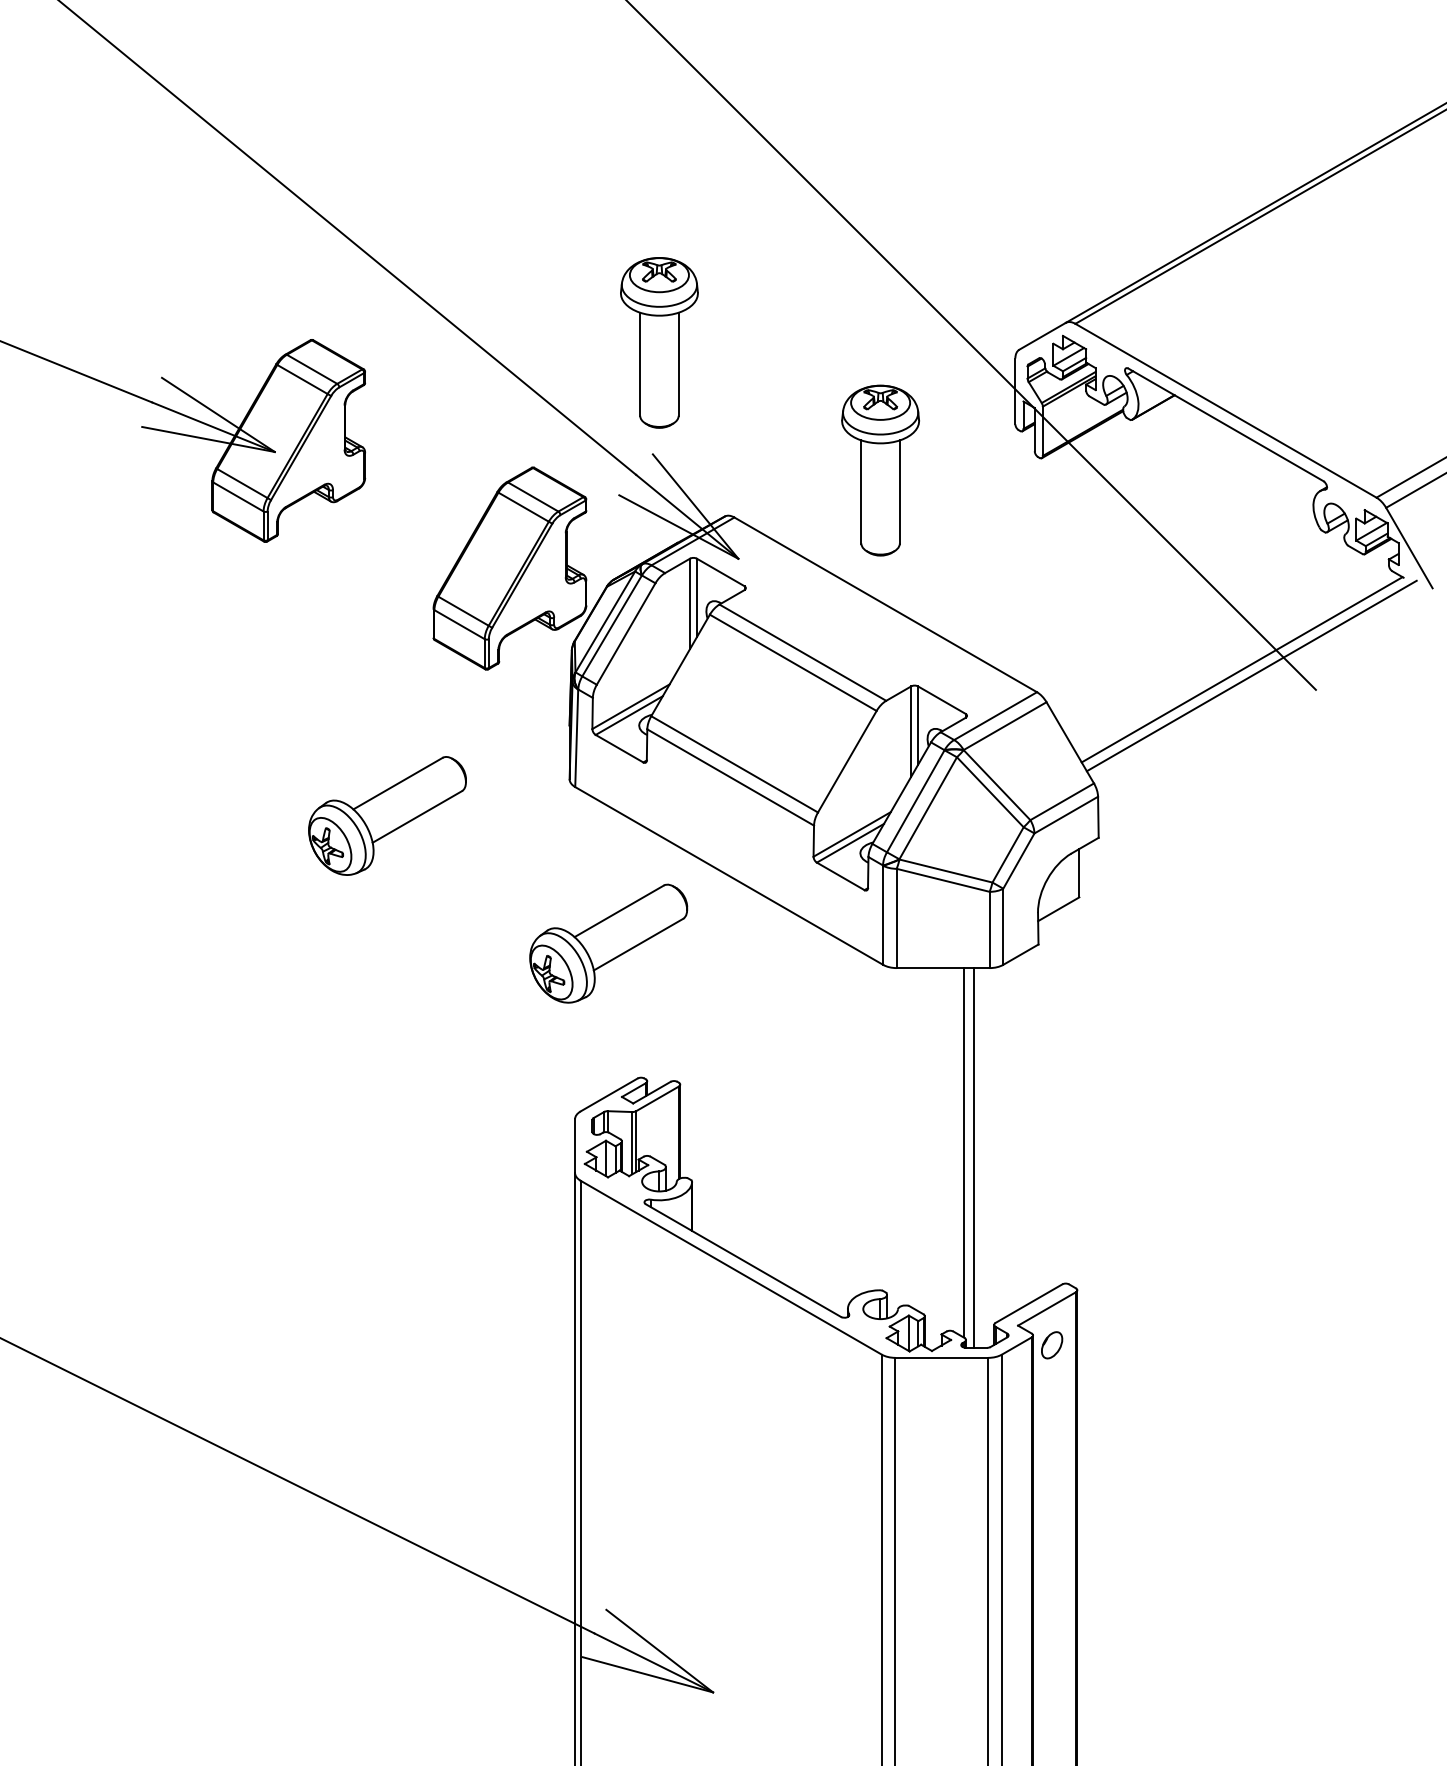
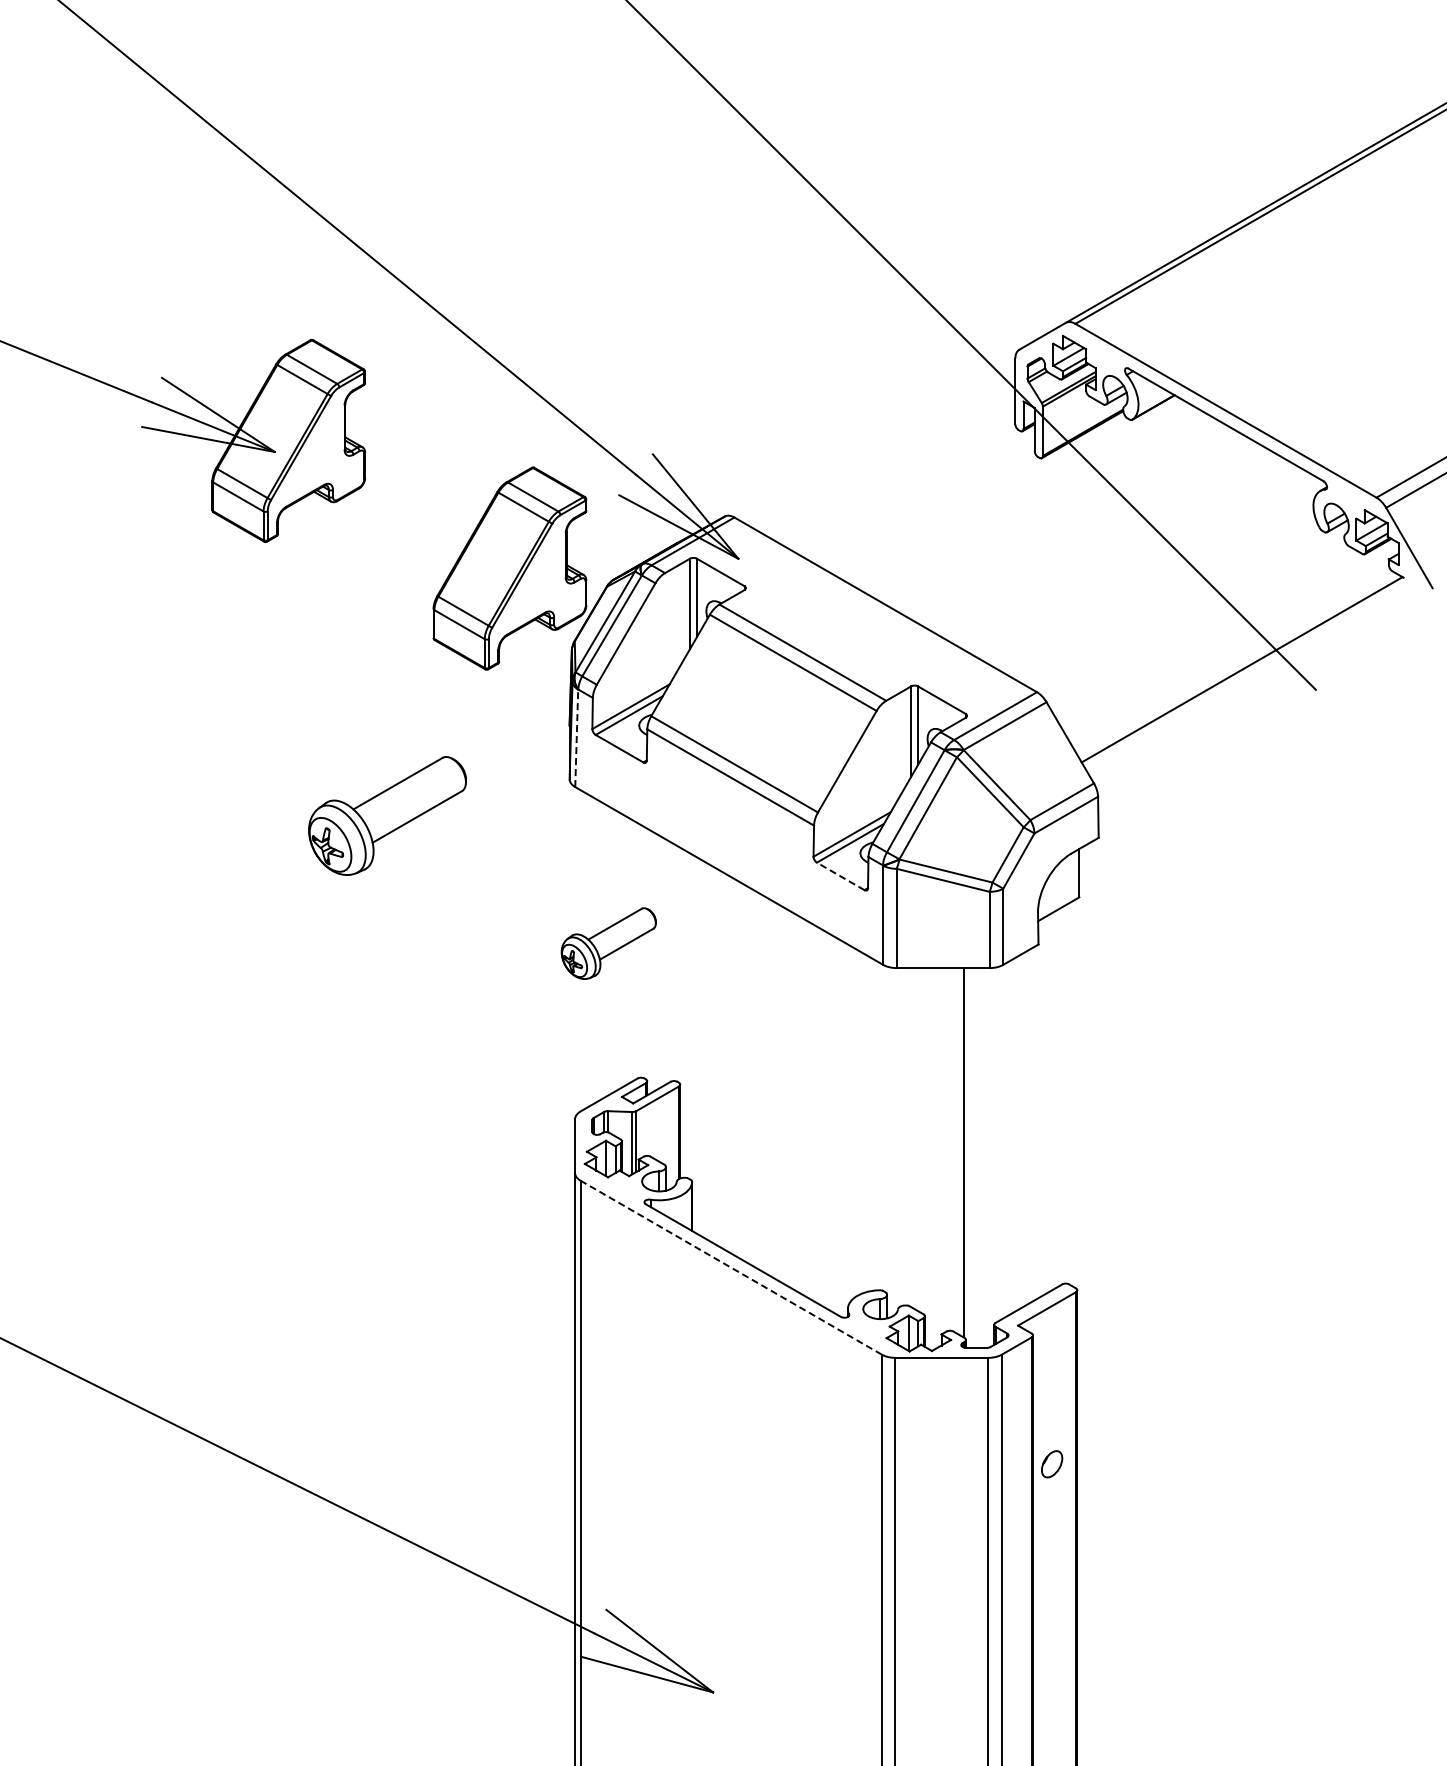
part at (659, 342): present -> none
part at (880, 470): present -> none
line at (1251, 675): present -> none
line at (576, 738): solid -> dashed
line at (840, 876): solid -> dashed
part at (608, 943) size: 160x121 px -> 97x73 px
line at (973, 1157): present -> none
line at (731, 1267): solid -> dashed
part at (1052, 1345) position: (1052, 1345) -> (1052, 1464)
